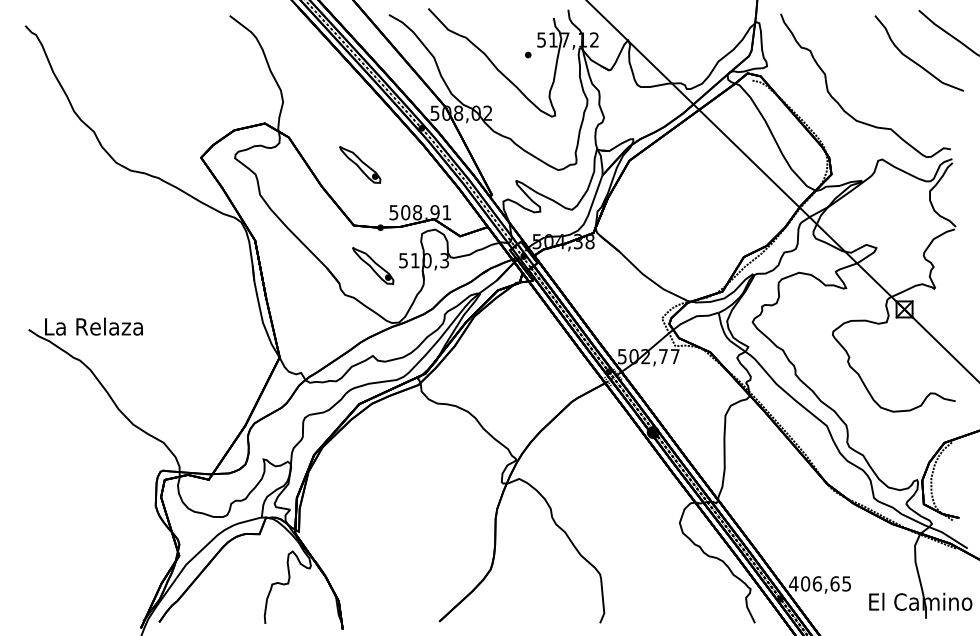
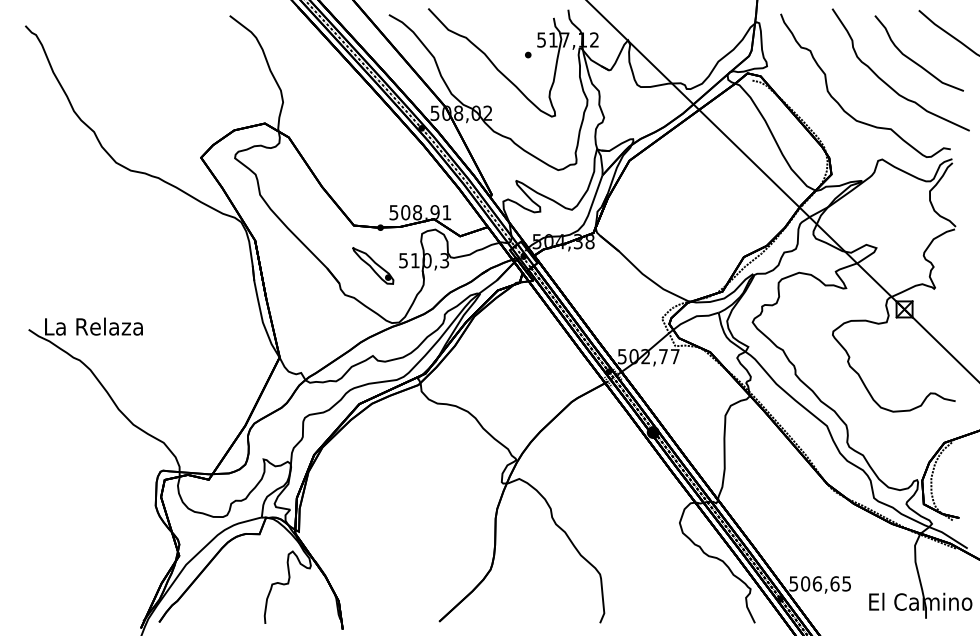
curve at (886, 82): none -> present
part at (360, 164): present -> none
text at (793, 583): 406,65 -> 506,65
